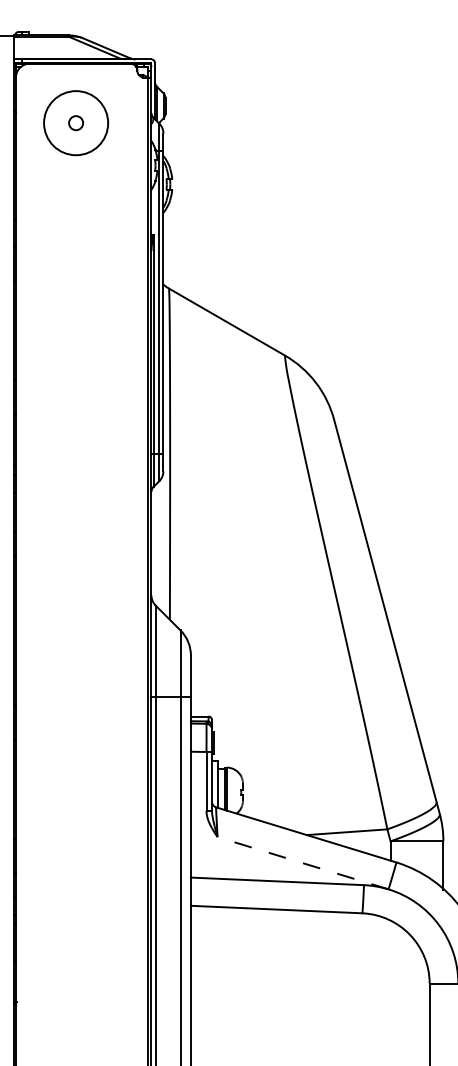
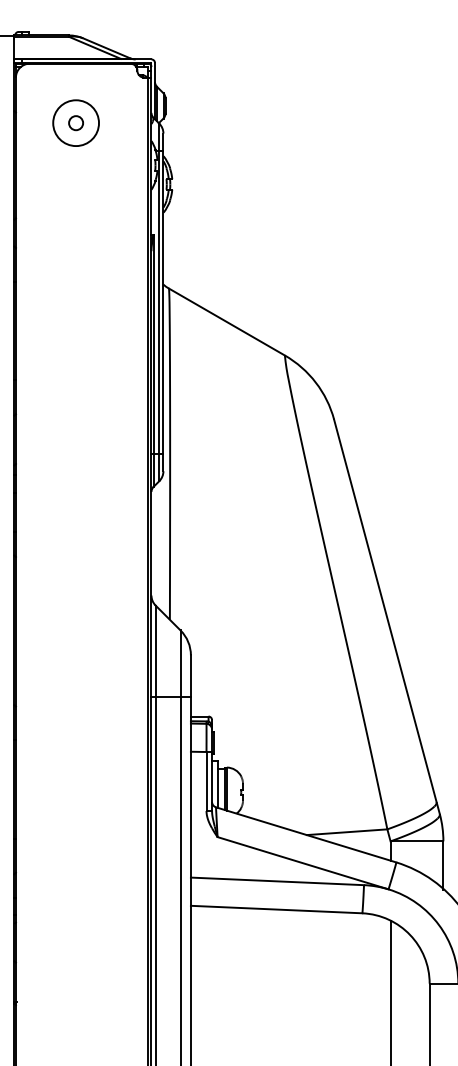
circle at (76, 123) diameter: 64 px -> 46 px
line at (302, 863): dashed -> solid
line at (390, 991): none -> present
